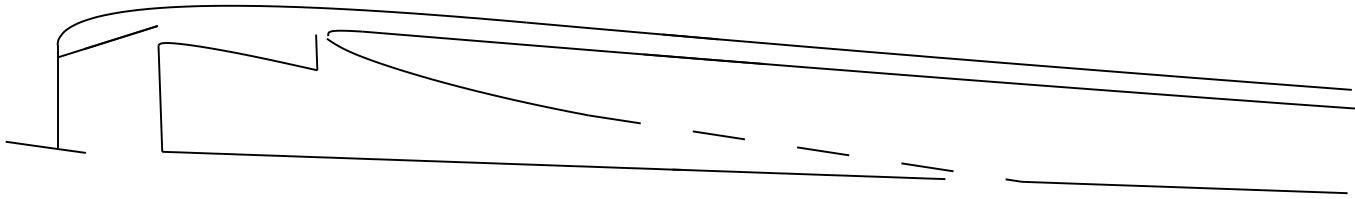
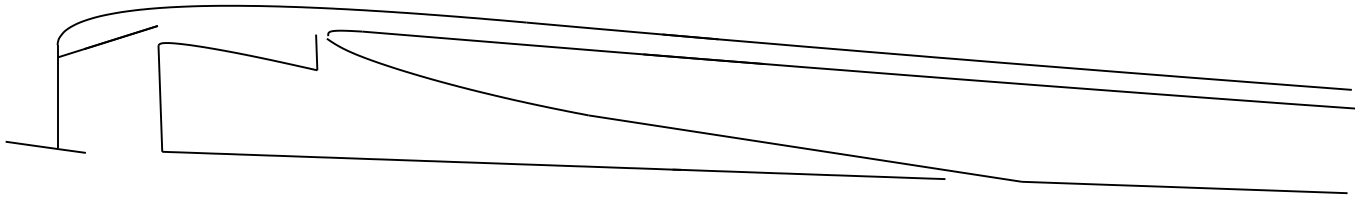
line at (805, 148): dashed -> solid
